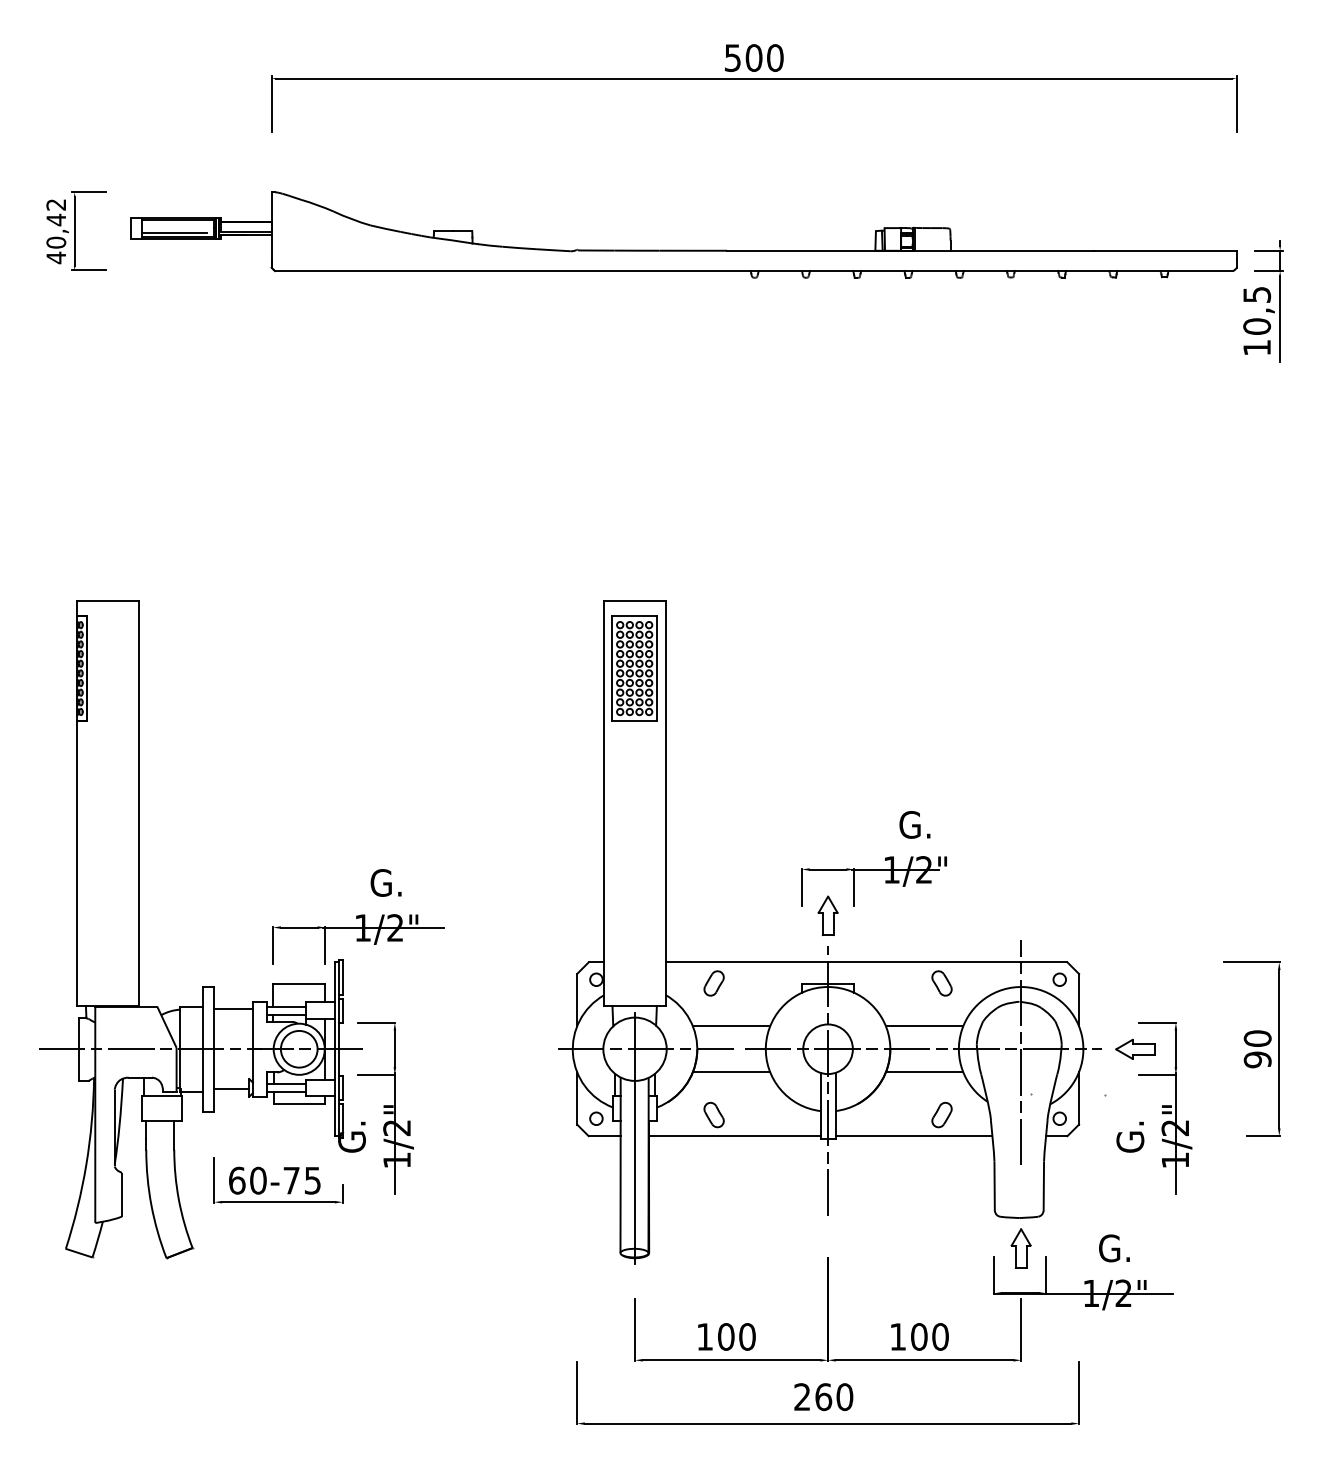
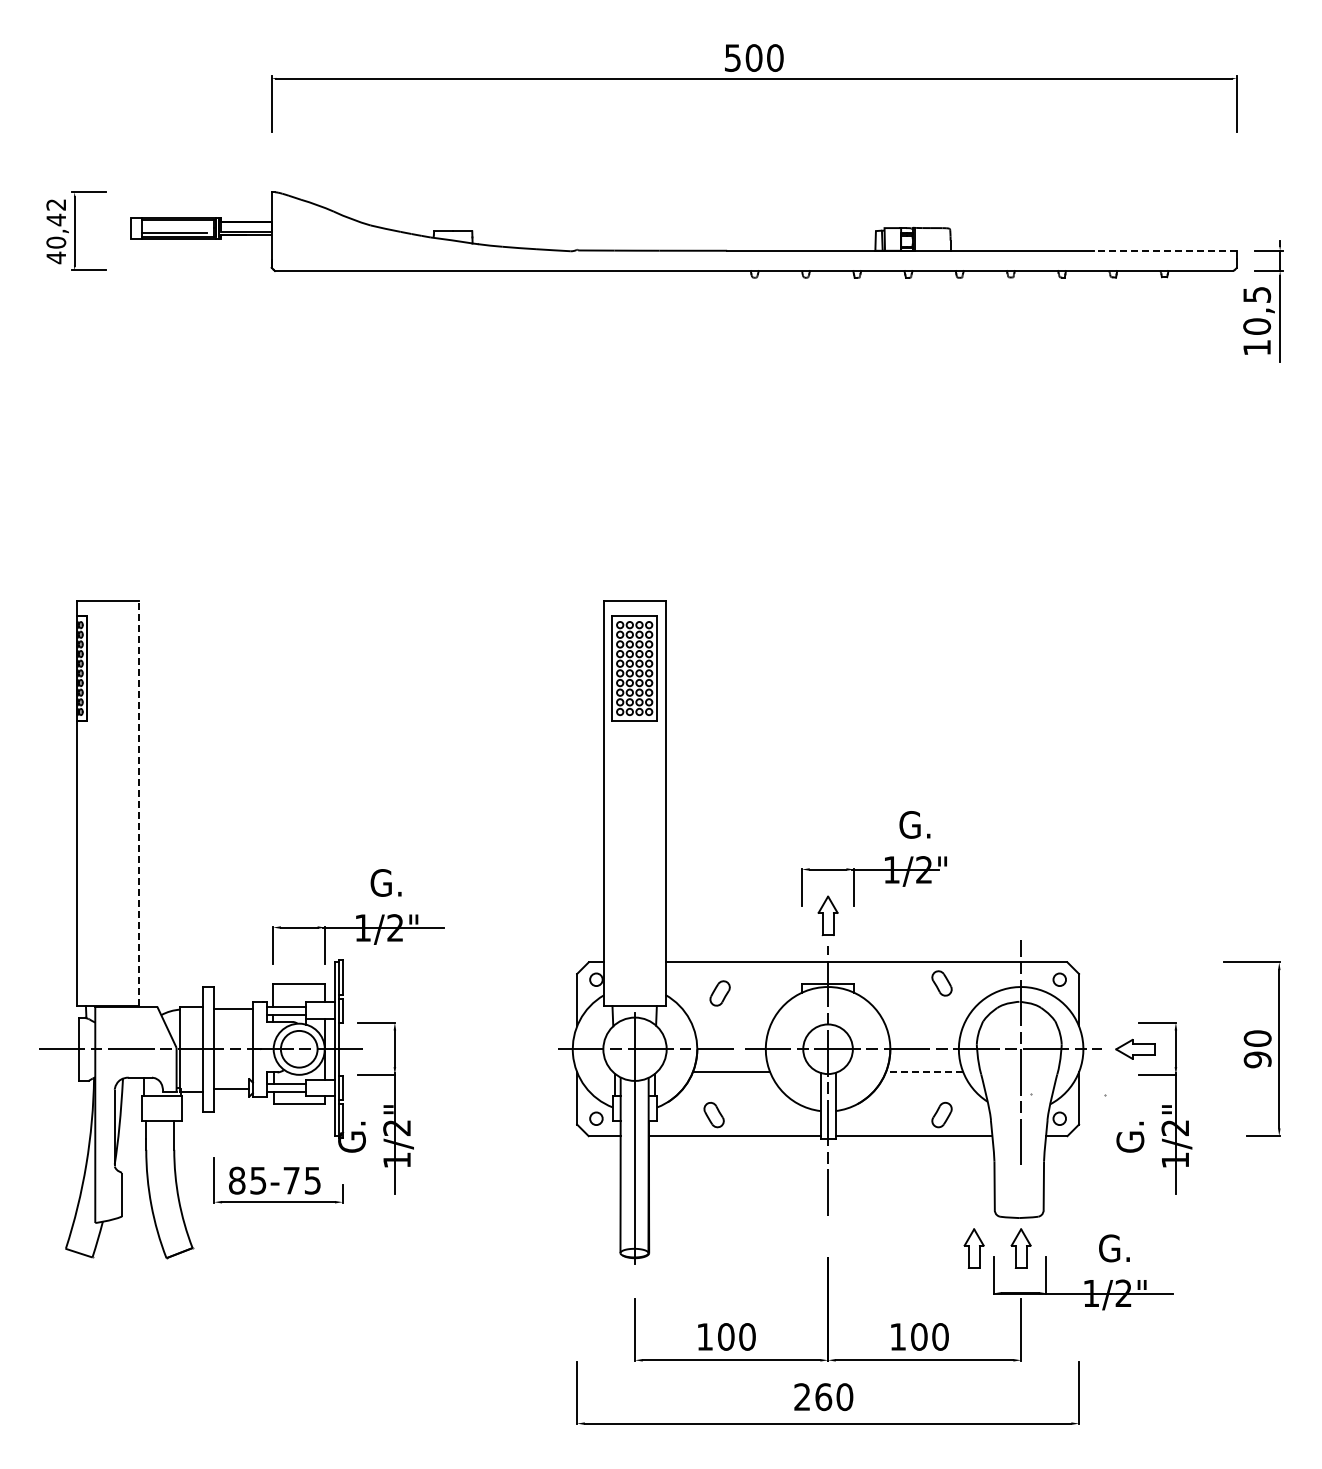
line at (1165, 250): solid -> dashed
line at (139, 803): solid -> dashed
part at (713, 983) position: (713, 983) -> (719, 993)
line at (731, 1026): present -> none
line at (924, 1026): present -> none
line at (924, 1072): solid -> dashed
text at (247, 1180): 60-75 -> 85-75
part at (973, 1248): none -> present
